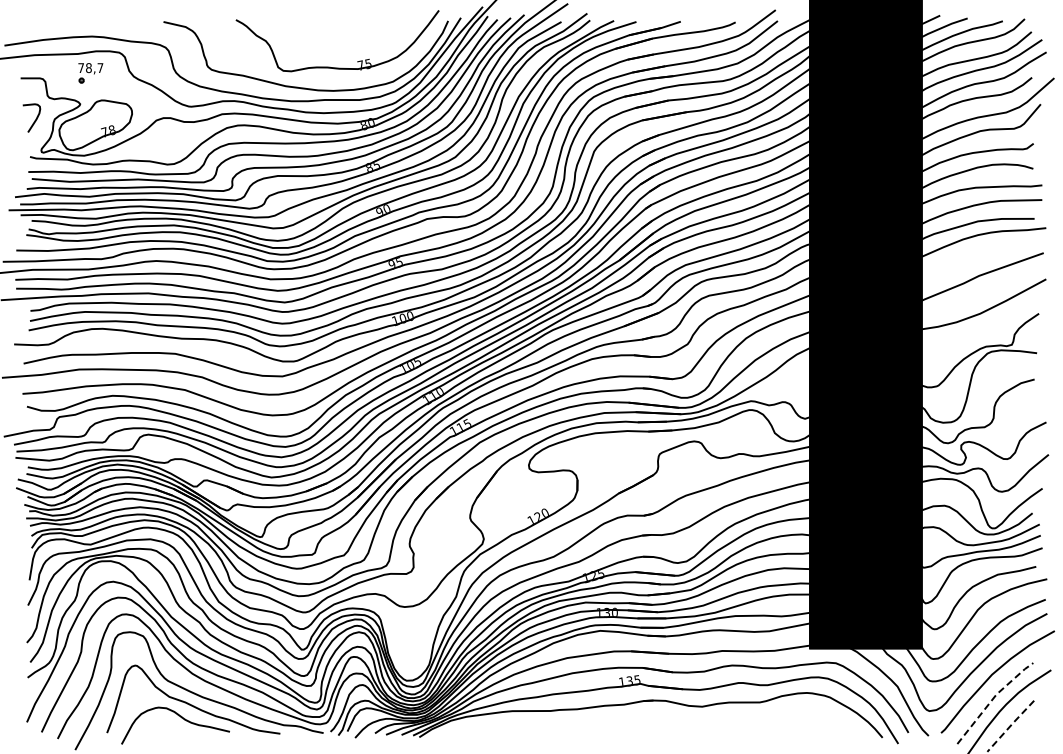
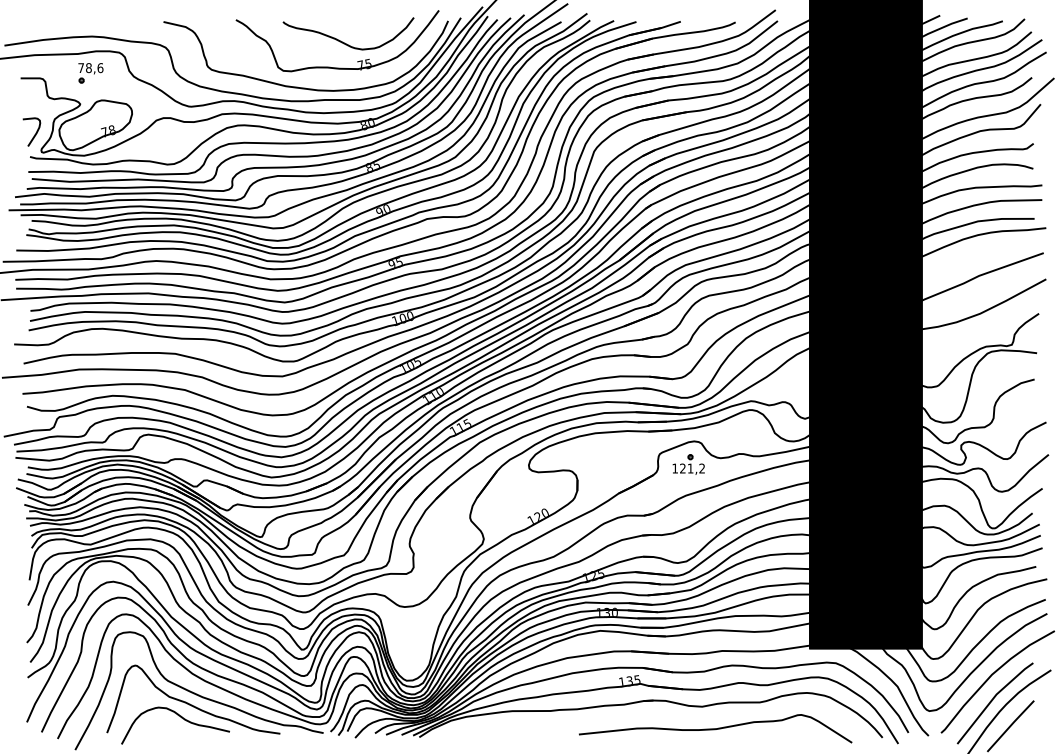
curve at (344, 42): none -> present
text at (100, 68): 78,7 -> 78,6
curve at (35, 118) position: (35, 118) -> (35, 132)
part at (688, 464): none -> present
line at (992, 699): dashed -> solid
line at (1010, 725): dashed -> solid
curve at (715, 728): none -> present
